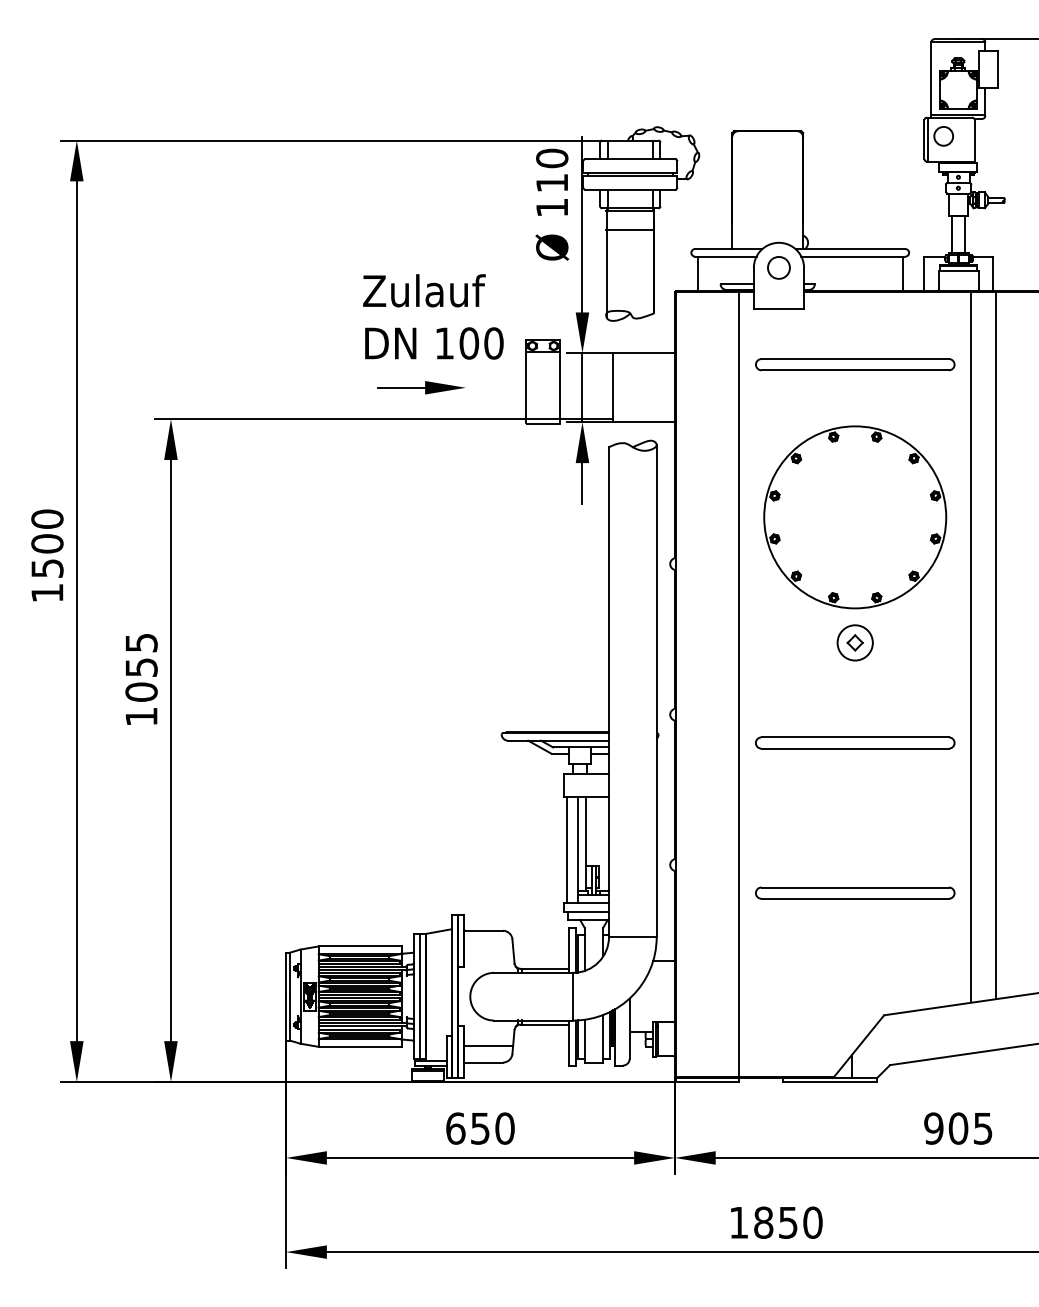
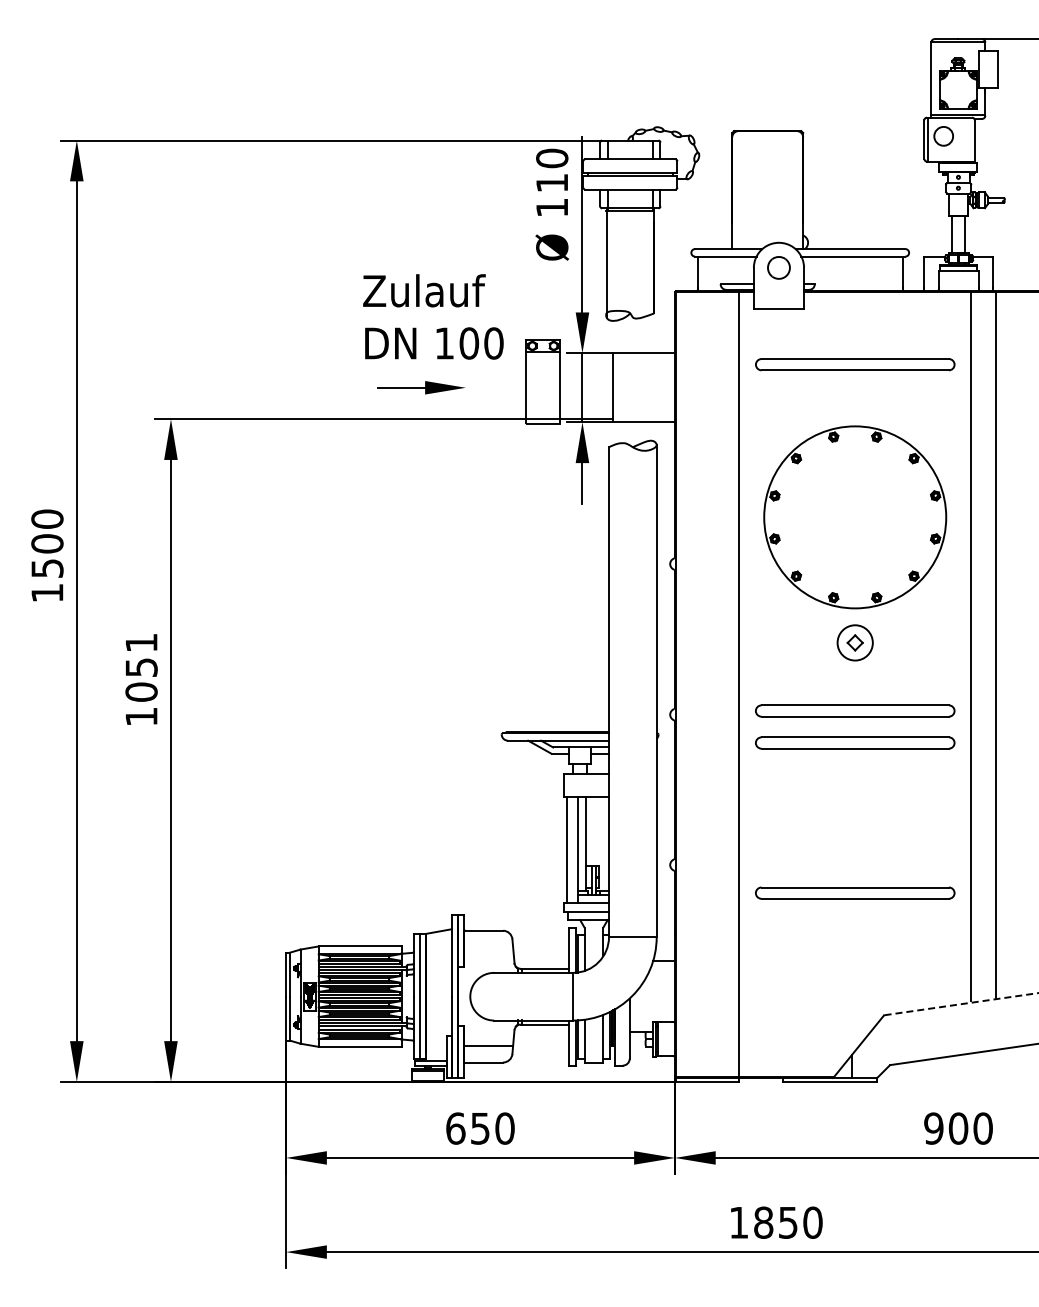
line at (630, 230): present -> none
text at (141, 643): 1055 -> 1051
part at (855, 710): none -> present
line at (961, 1004): solid -> dashed
text at (982, 1128): 905 -> 900
